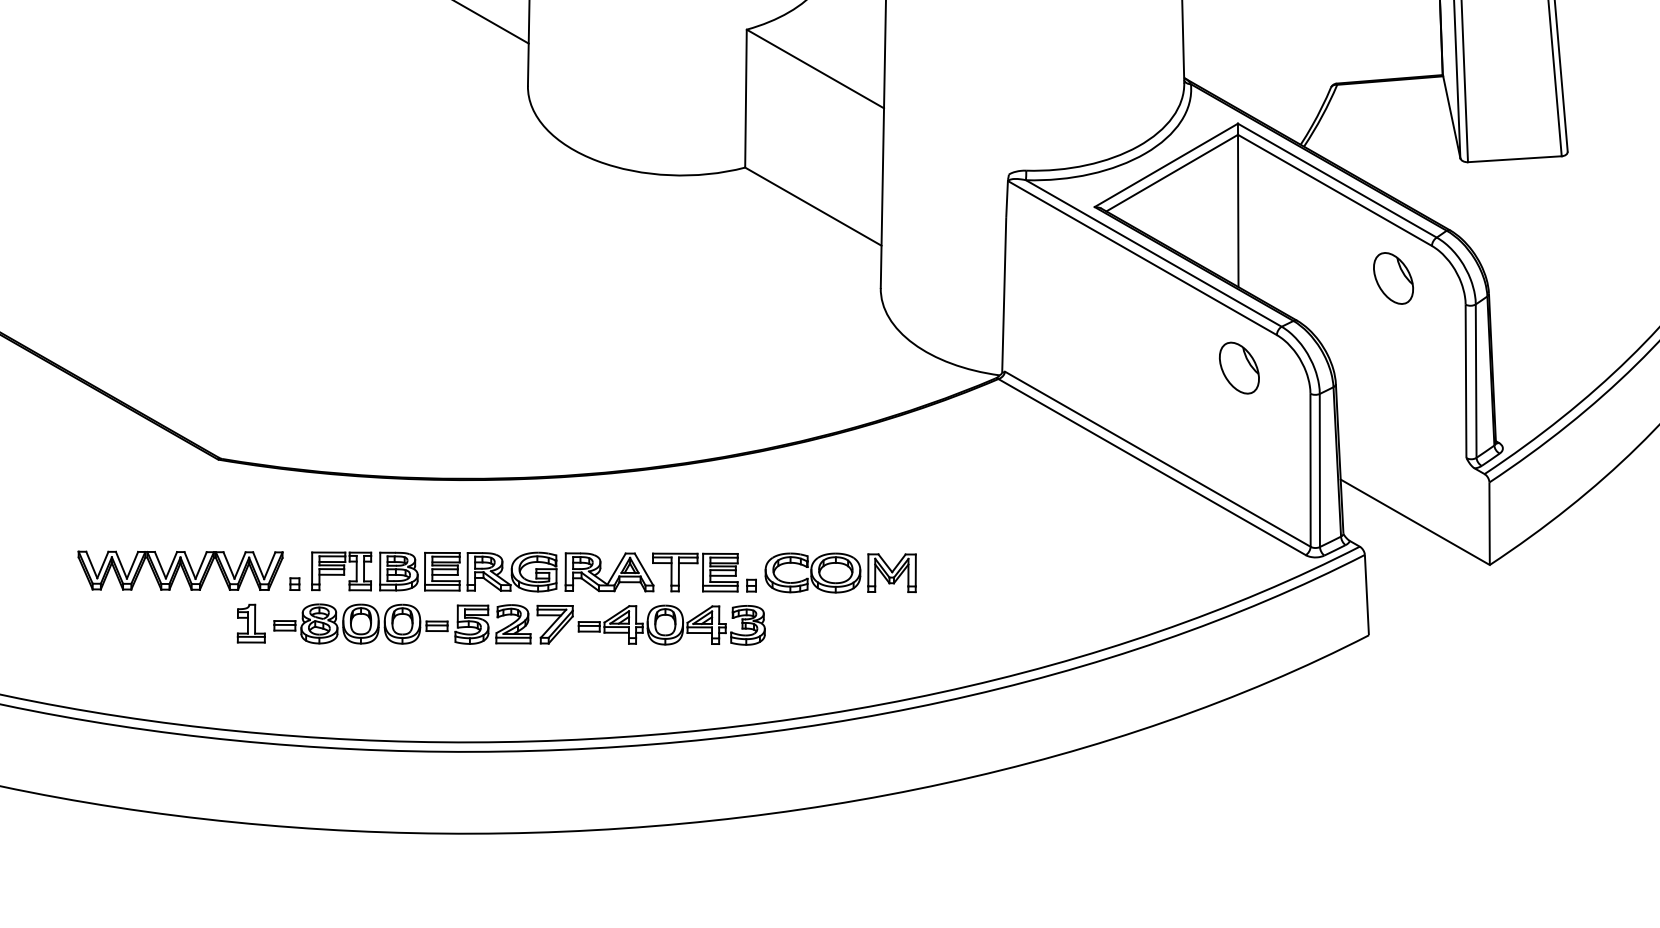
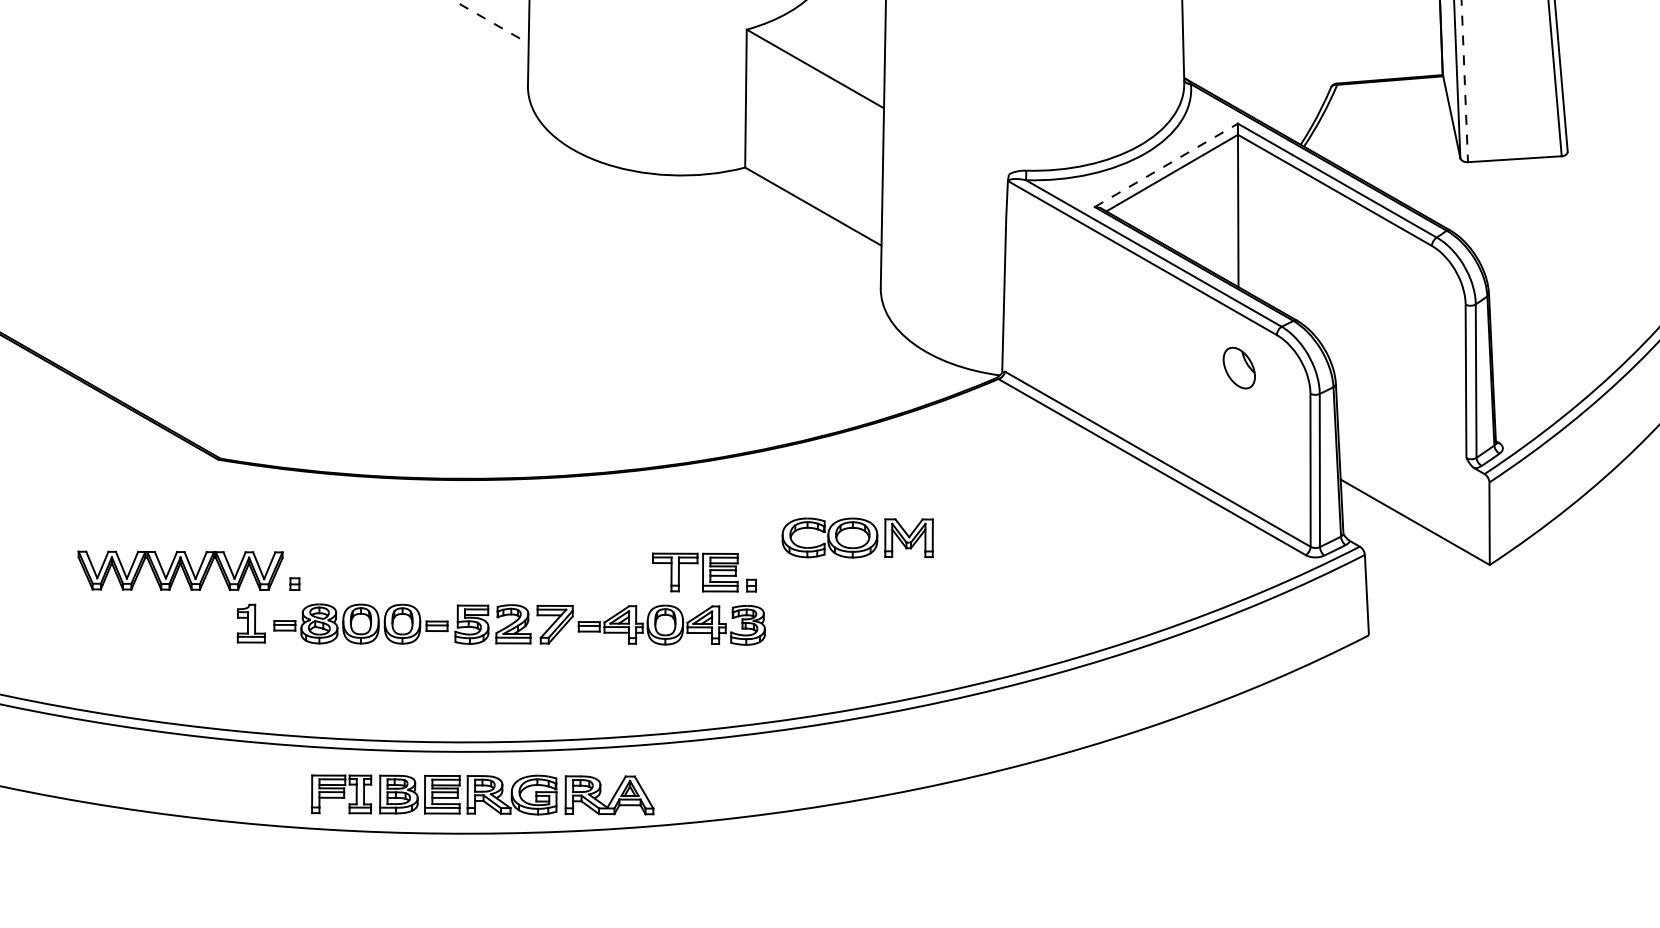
line at (491, 22): solid -> dashed
line at (1464, 81): solid -> dashed
line at (1166, 165): solid -> dashed
part at (1393, 278): present -> none
part at (1238, 367) size: 42x54 px -> 34x44 px
part at (482, 571) position: (482, 571) -> (482, 794)
part at (840, 572) position: (840, 572) -> (857, 537)
